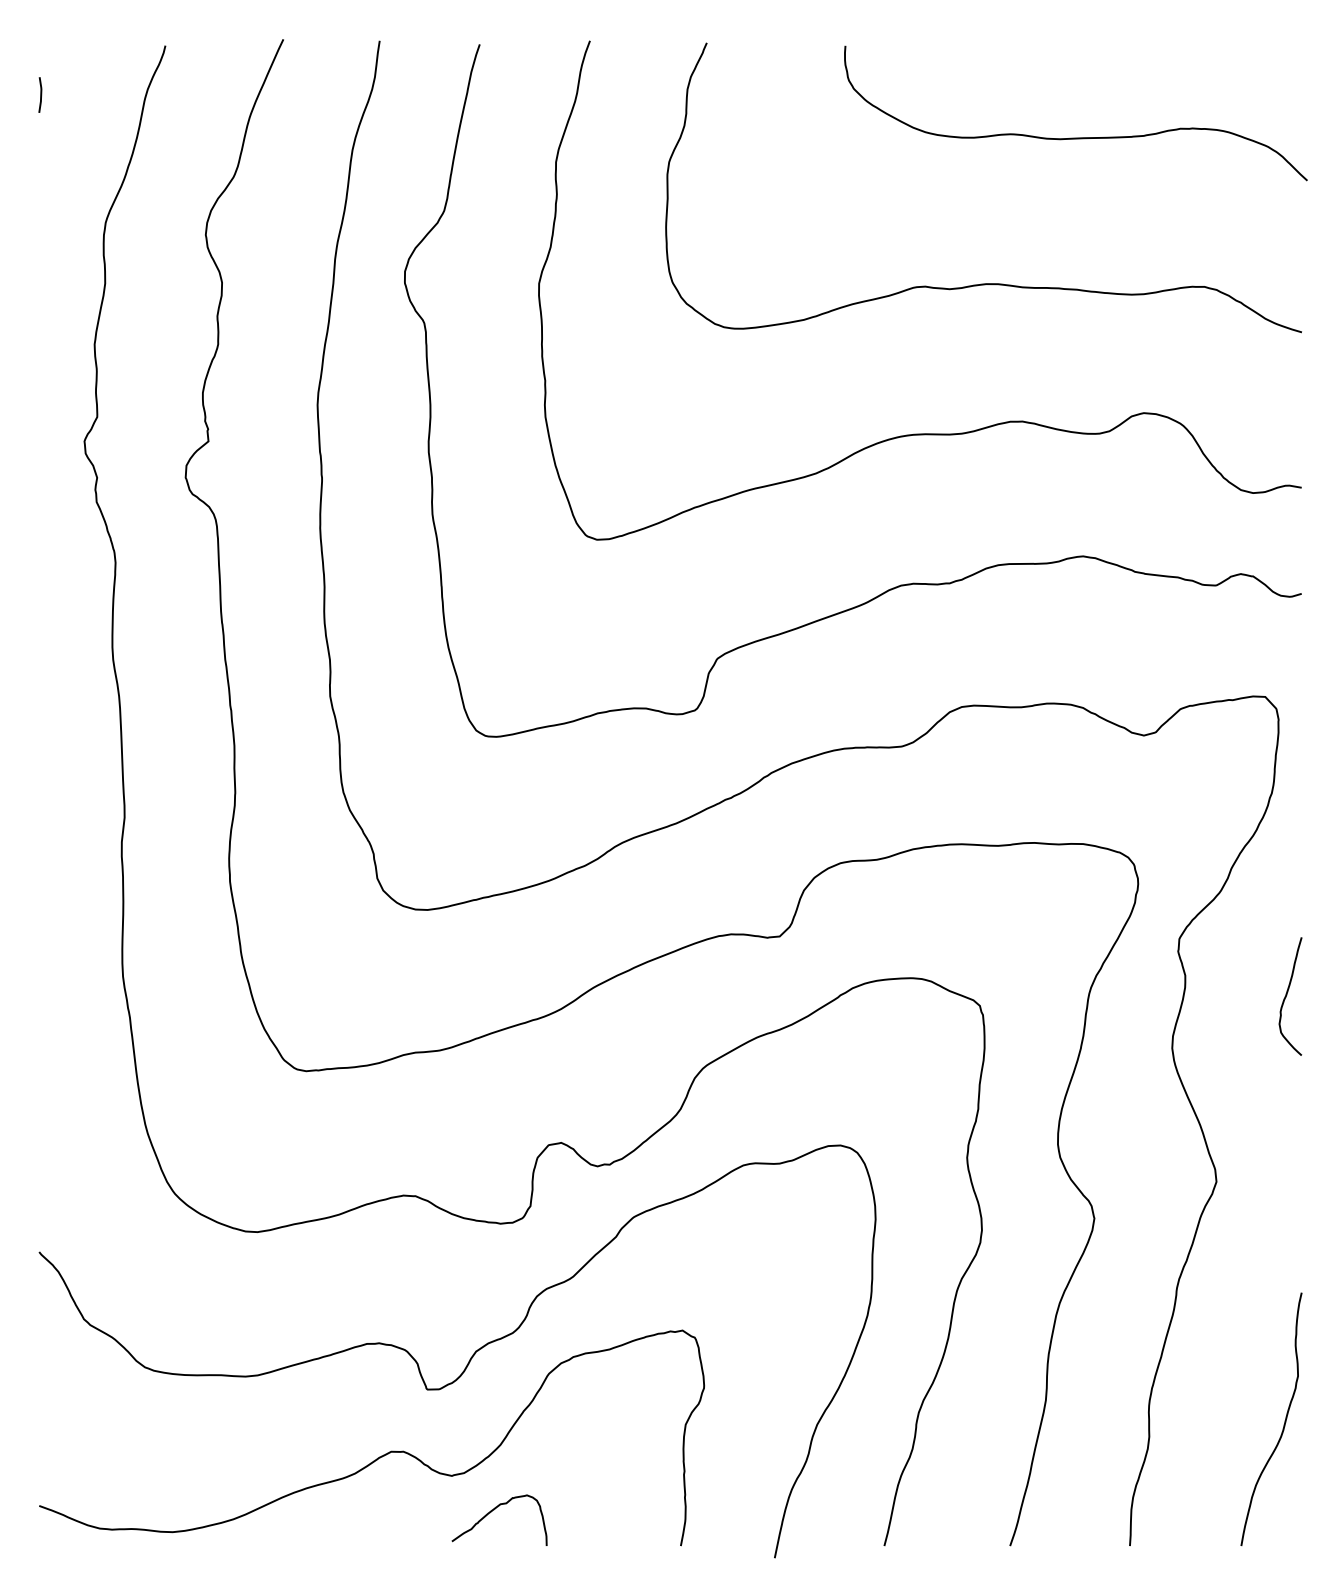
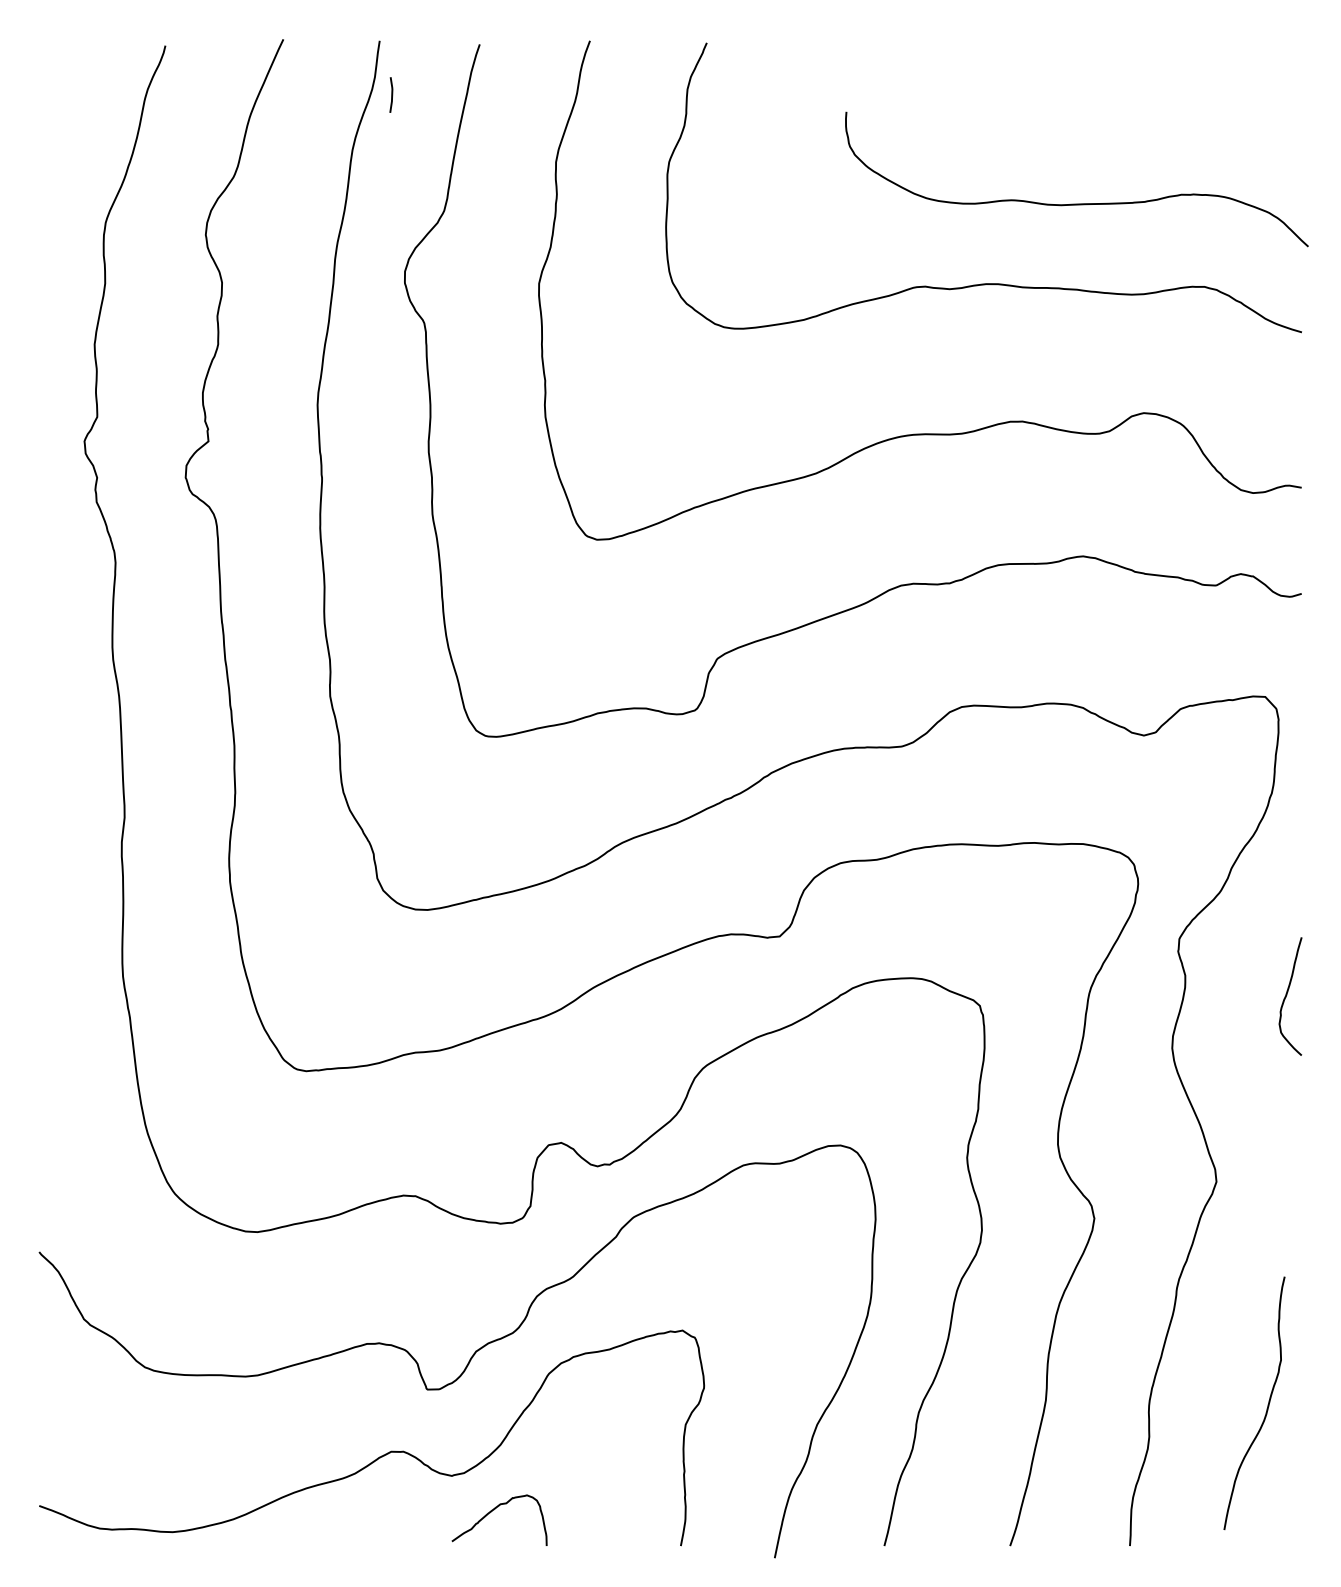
line at (40, 94) position: (40, 94) -> (391, 94)
curve at (1075, 137) position: (1075, 137) -> (1076, 203)
curve at (1284, 1420) position: (1284, 1420) -> (1267, 1404)
